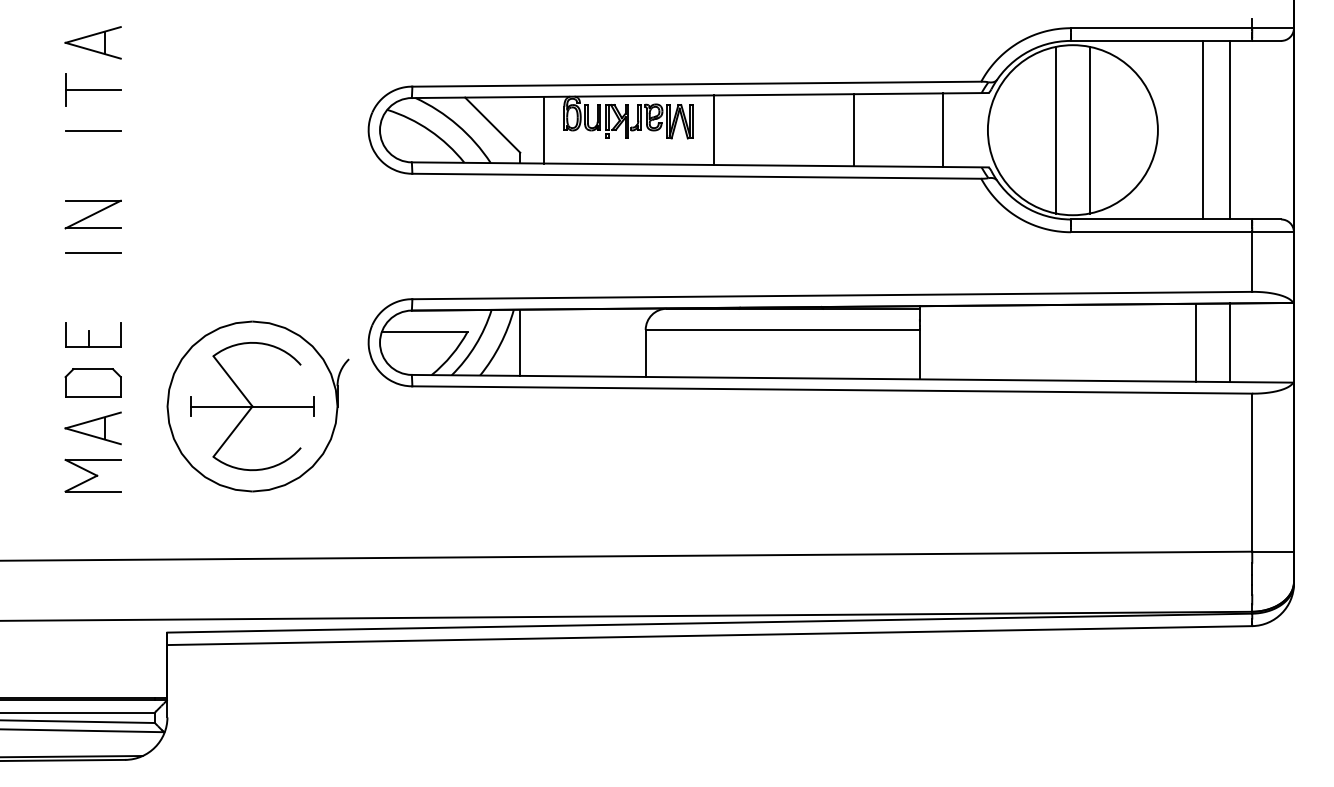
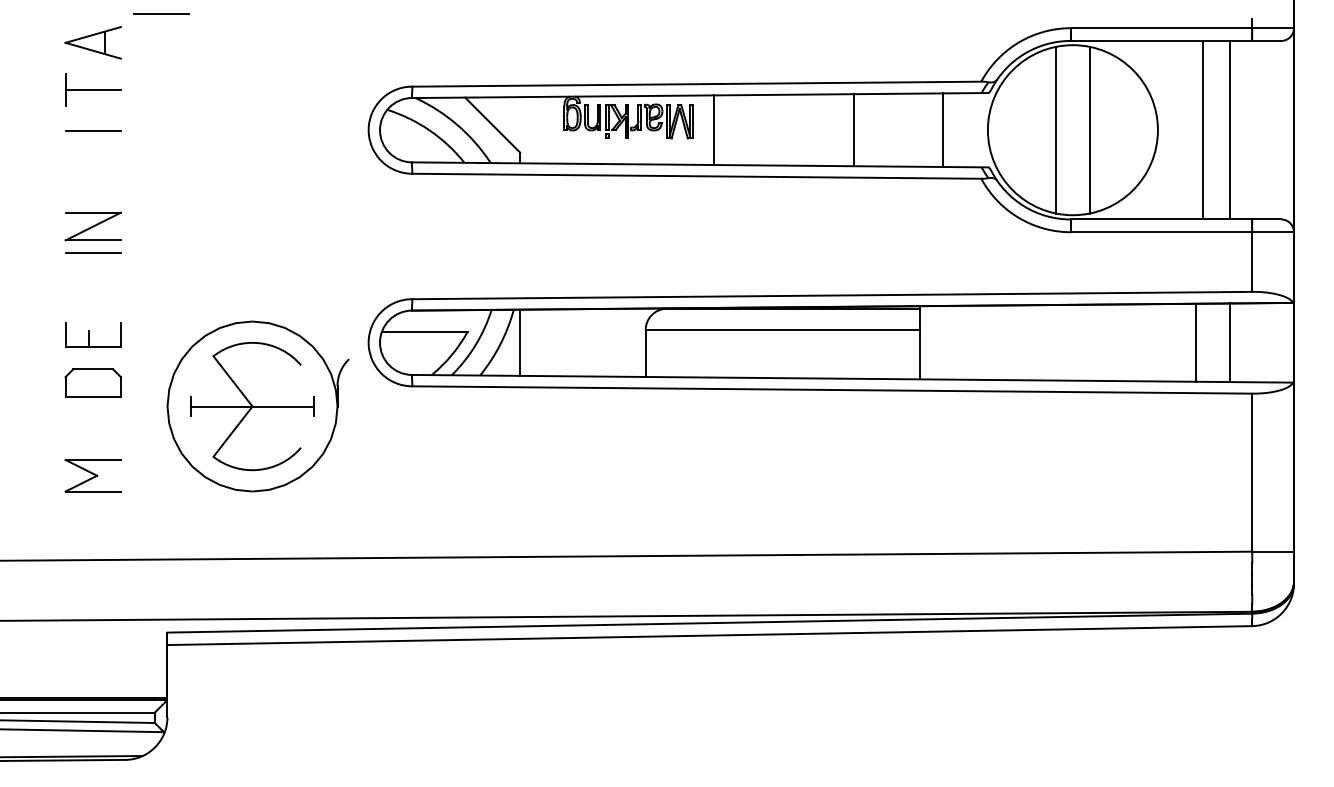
line at (161, 13): none -> present
line at (543, 129): present -> none
part at (92, 214) position: (92, 214) -> (92, 226)
part at (92, 428): present -> none
